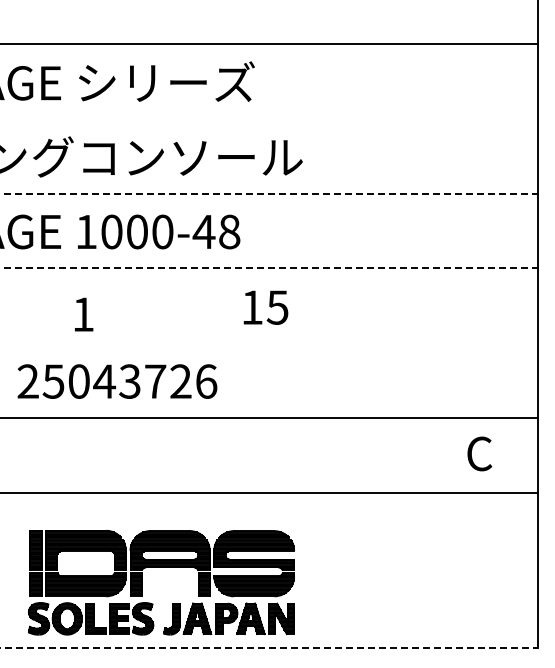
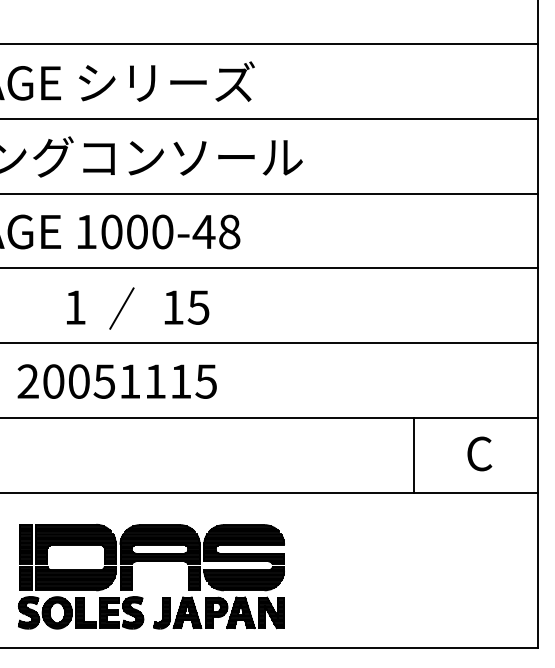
line at (270, 118): none -> present
line at (269, 193): dashed -> solid
line at (269, 268): dashed -> solid
text at (265, 307) position: (265, 307) -> (186, 307)
line at (121, 308): none -> present
text at (84, 314) position: (84, 314) -> (76, 307)
line at (270, 343): none -> present
text at (129, 381): 25043726 -> 20051115
line at (414, 455): none -> present
part at (161, 567) position: (161, 567) -> (151, 561)
line at (269, 647): dashed -> solid
